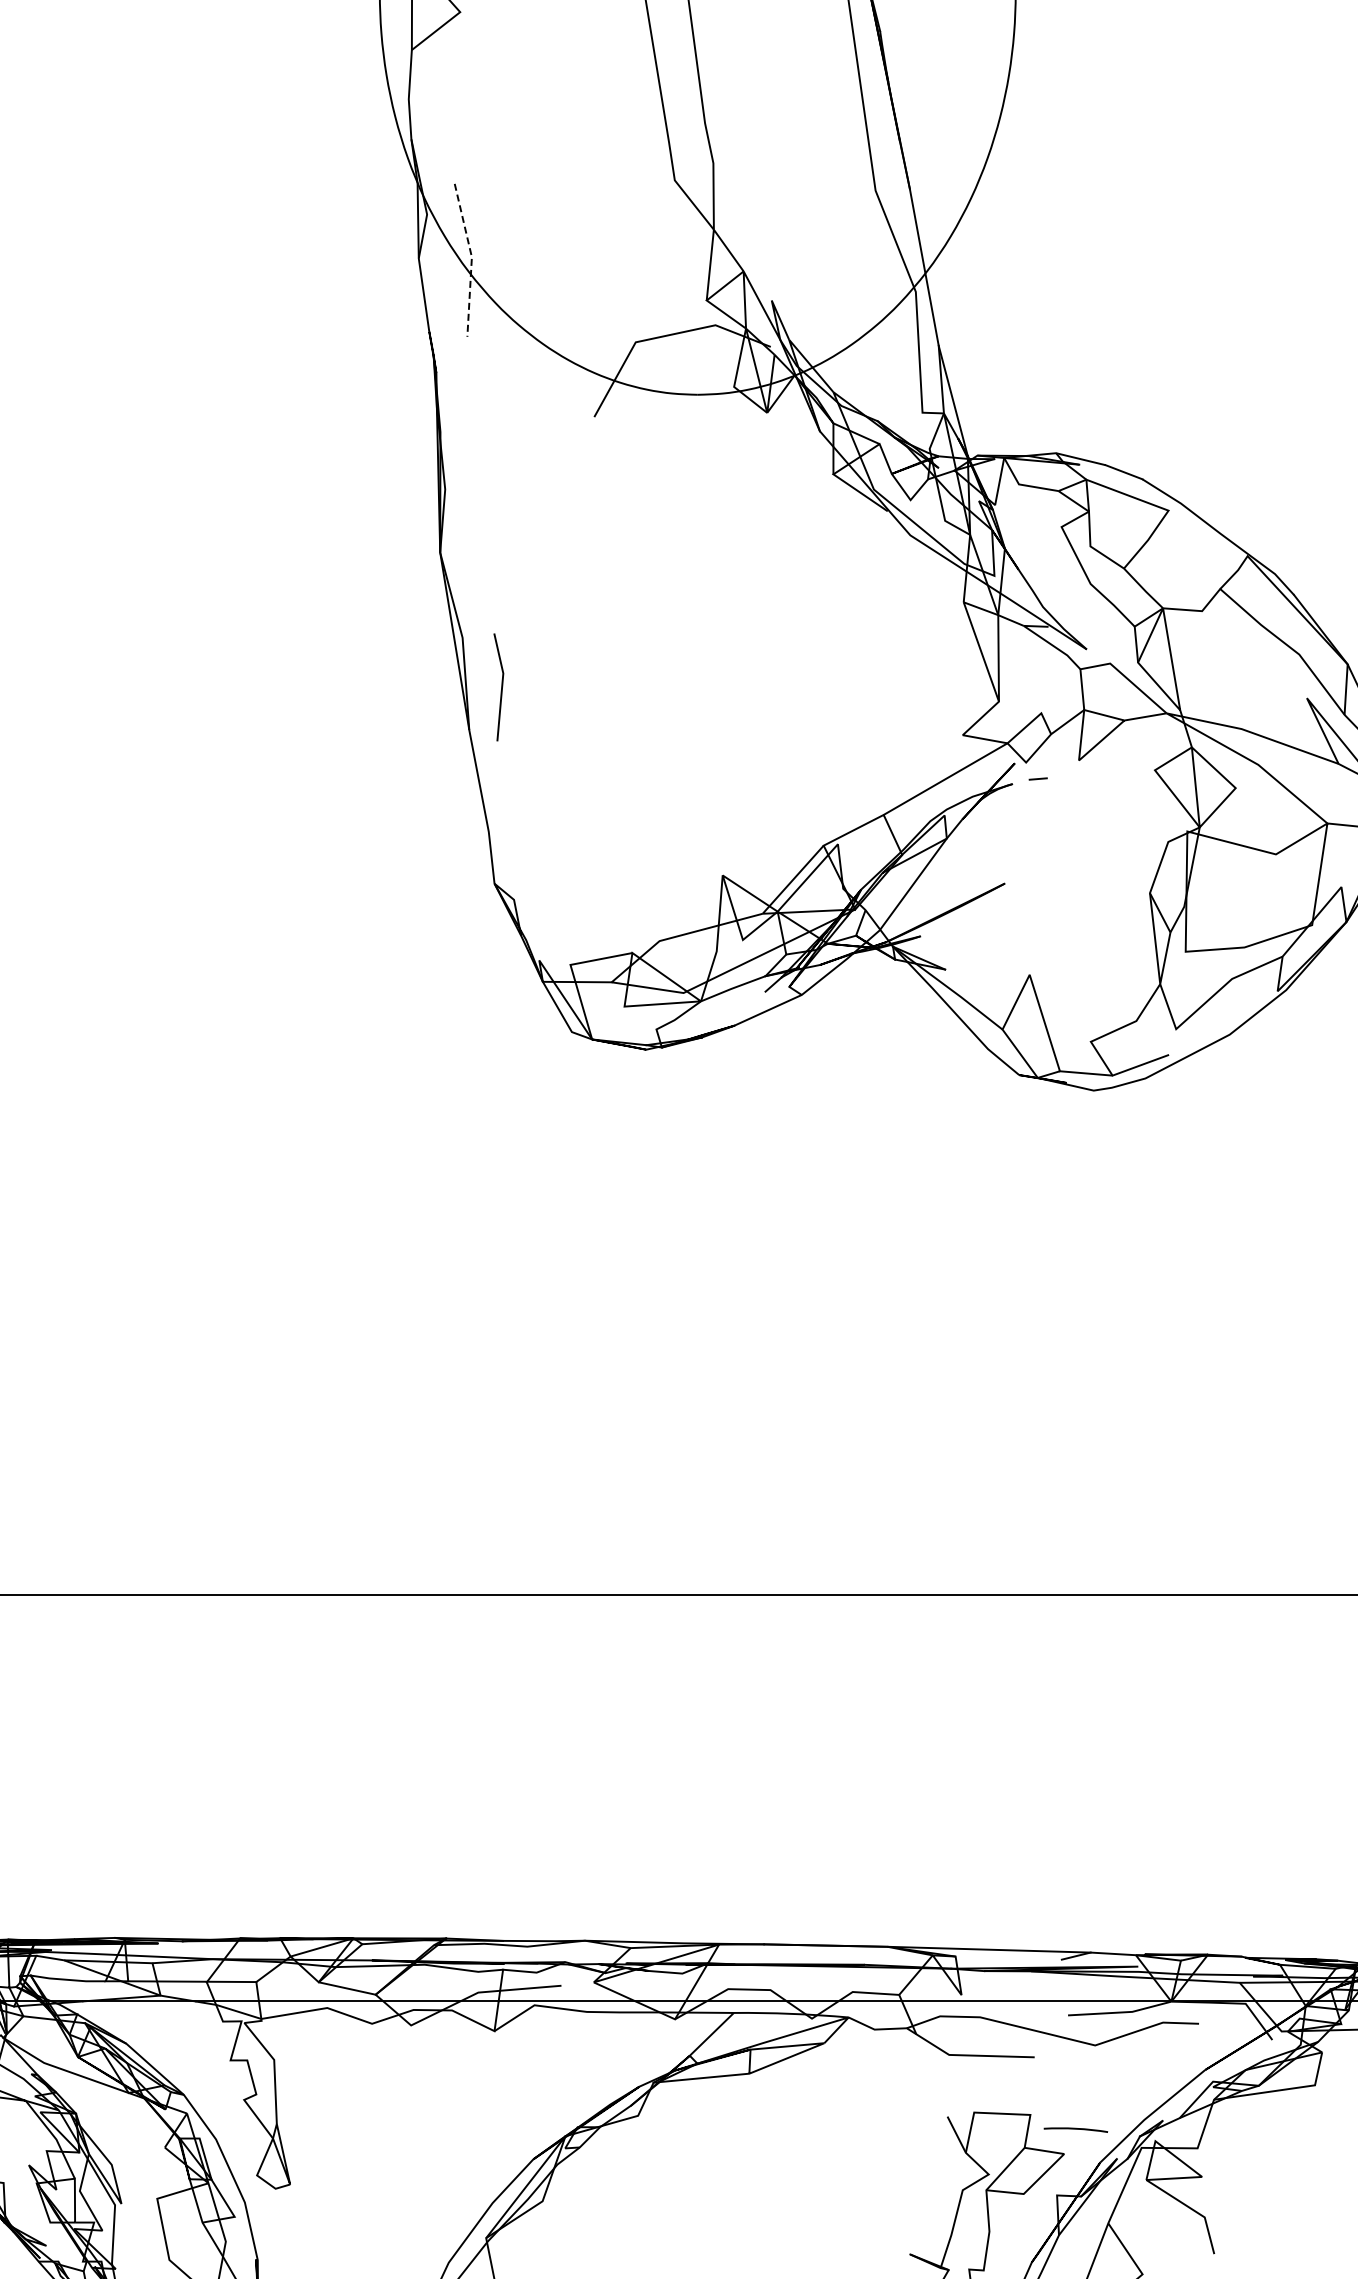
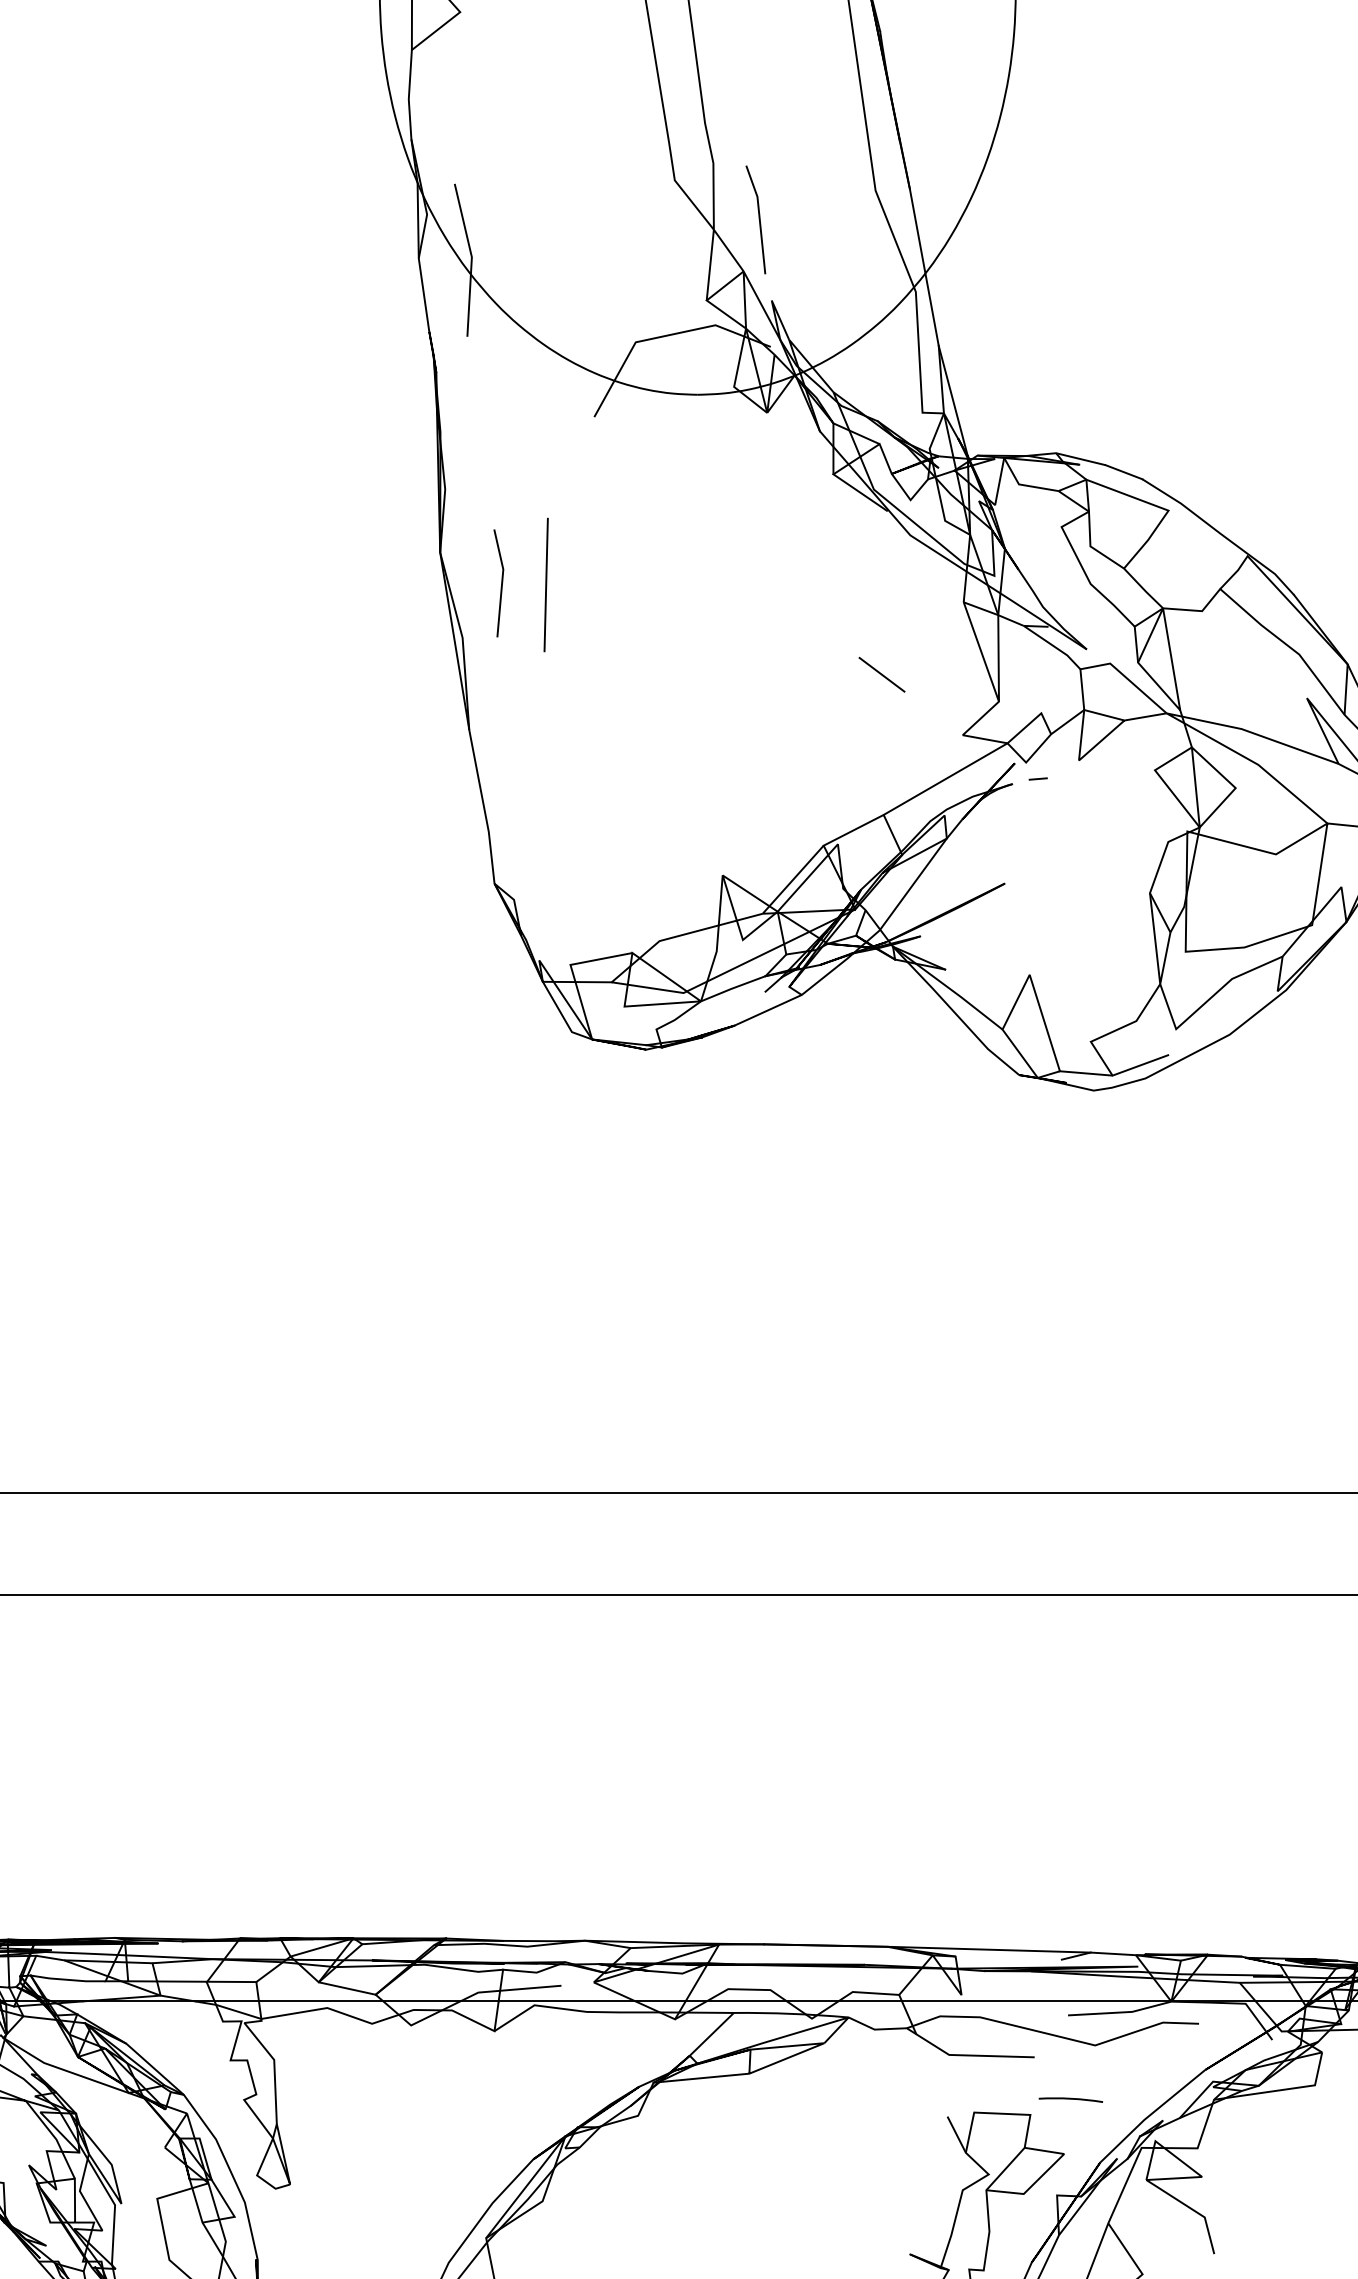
line at (758, 219): none -> present
line at (471, 259): dashed -> solid
line at (545, 584): none -> present
line at (881, 674): none -> present
line at (501, 687) position: (501, 687) -> (501, 583)
line at (678, 1492): none -> present
arc at (1075, 2129) position: (1075, 2129) -> (1070, 2099)
